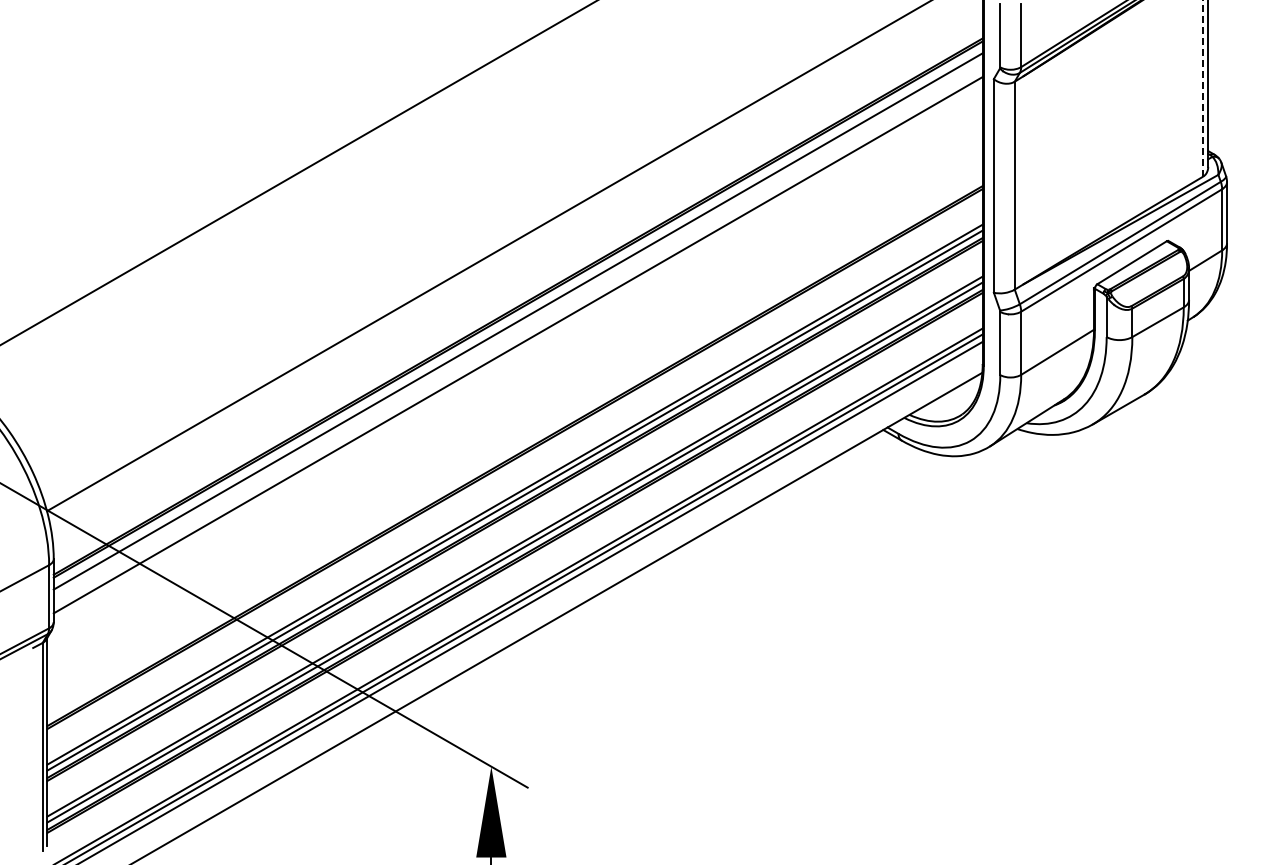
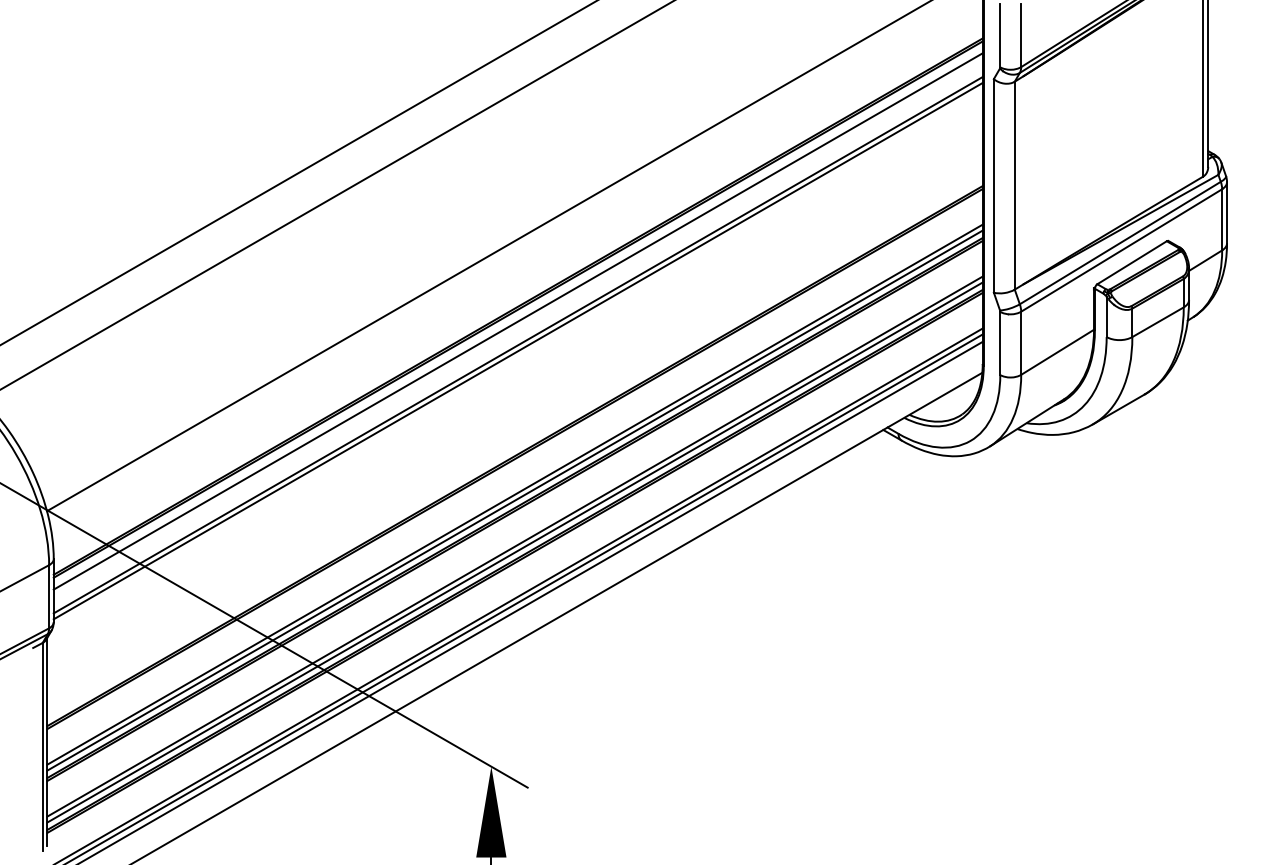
line at (1203, 88): dashed -> solid
line at (336, 195): none -> present
line at (517, 350): none -> present
